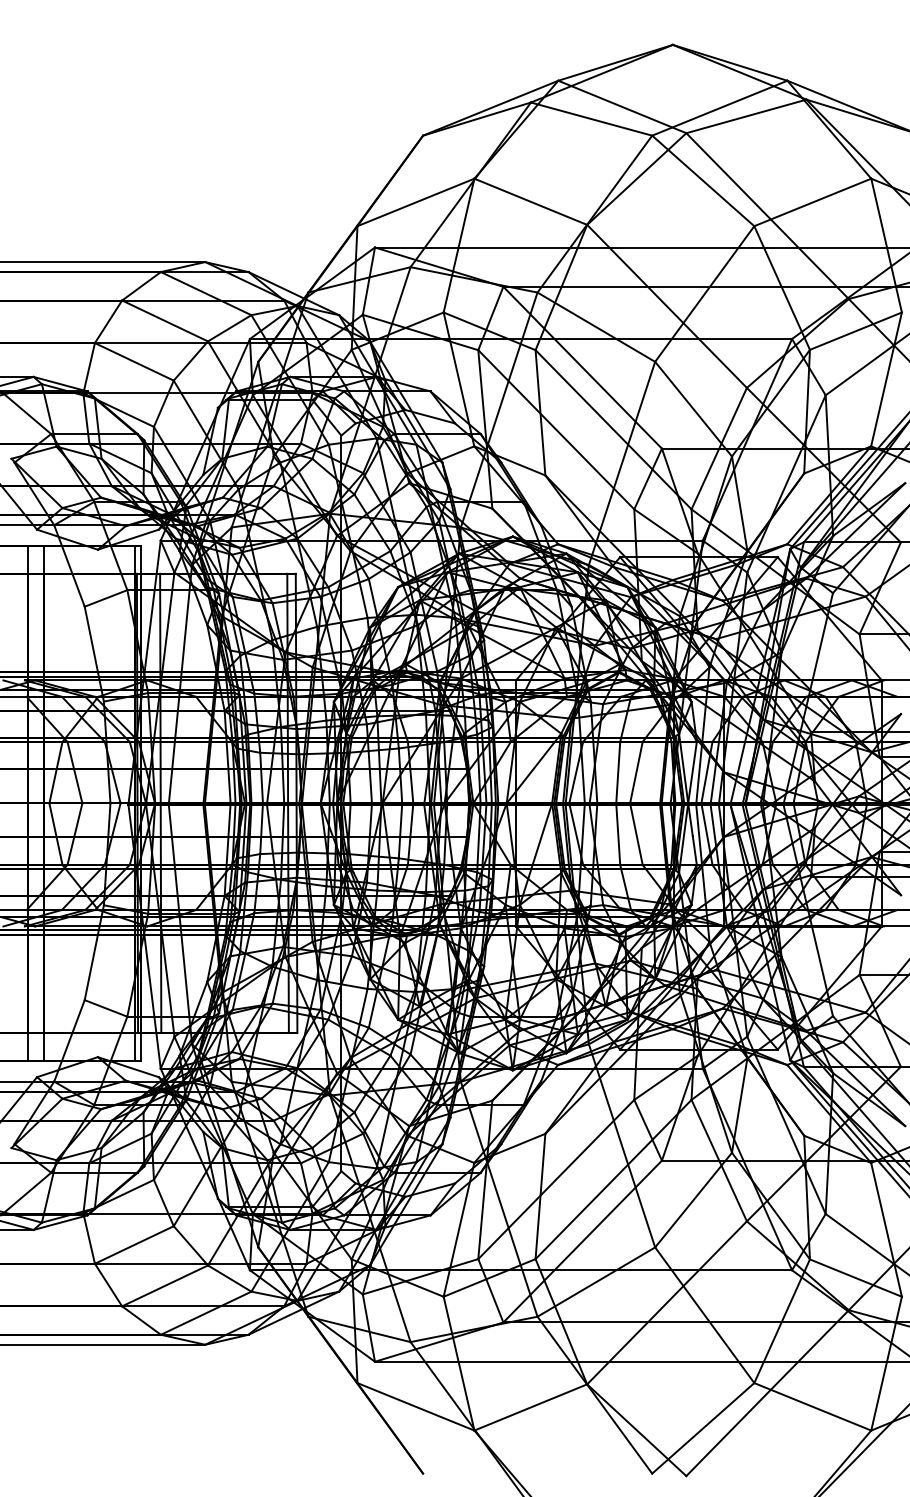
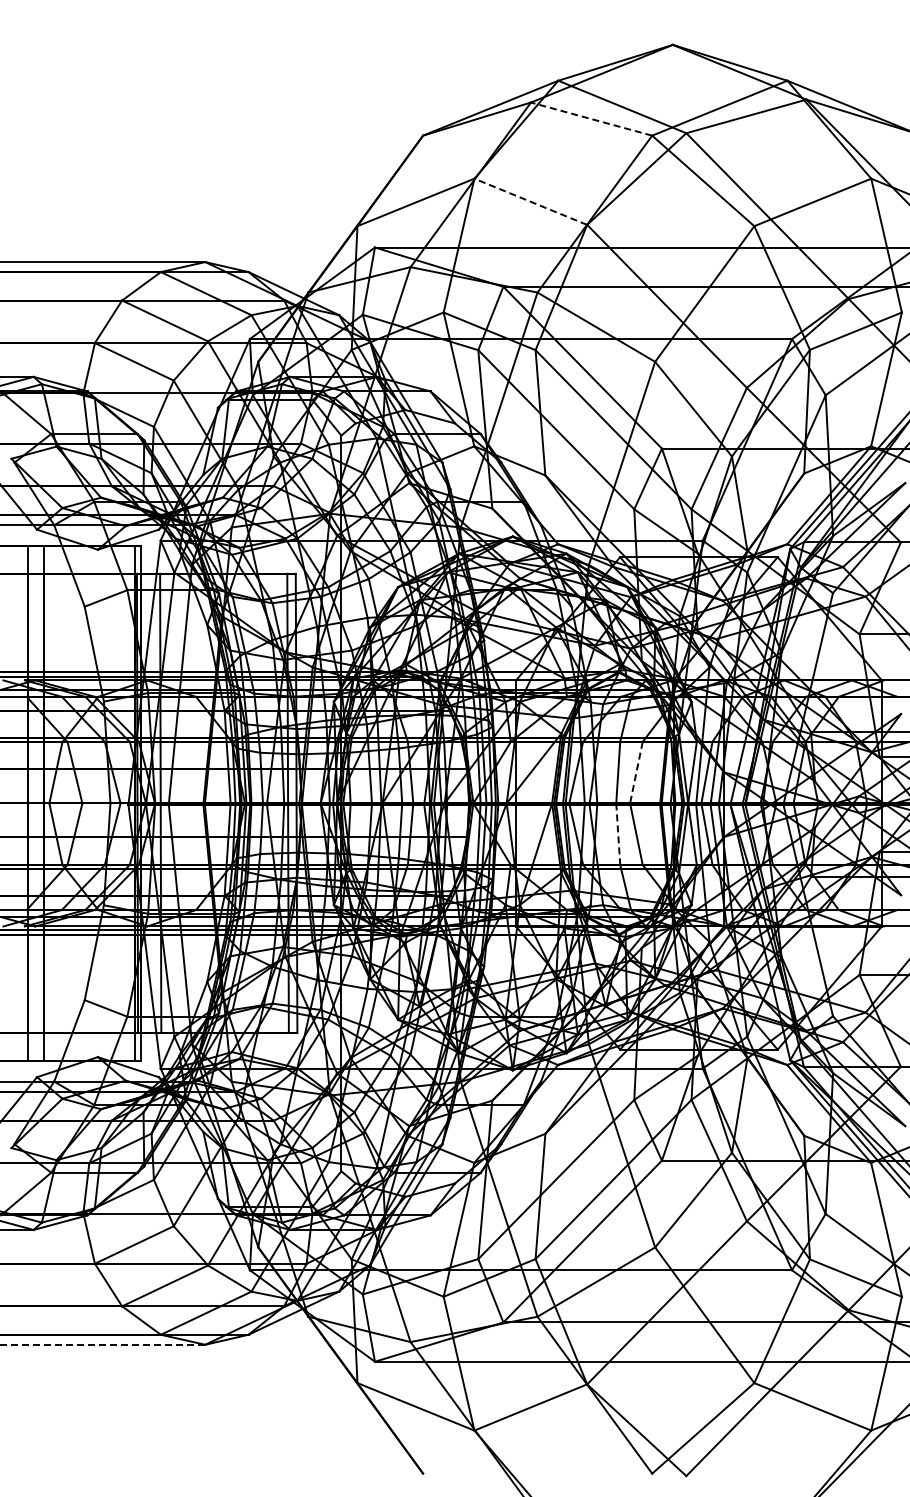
line at (591, 119): solid -> dashed
line at (530, 201): solid -> dashed
line at (636, 773): solid -> dashed
line at (618, 834): solid -> dashed
line at (102, 1344): solid -> dashed
